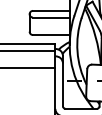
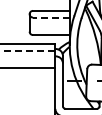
line at (50, 17): solid -> dashed
line at (27, 50): solid -> dashed
